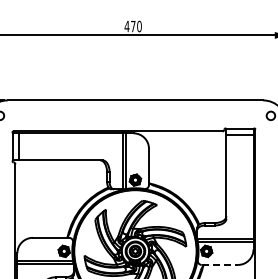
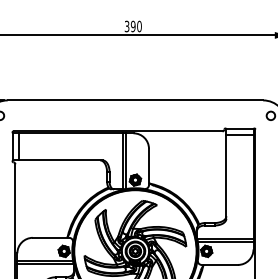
text at (129, 26): 470 -> 390
line at (220, 264): dashed -> solid
